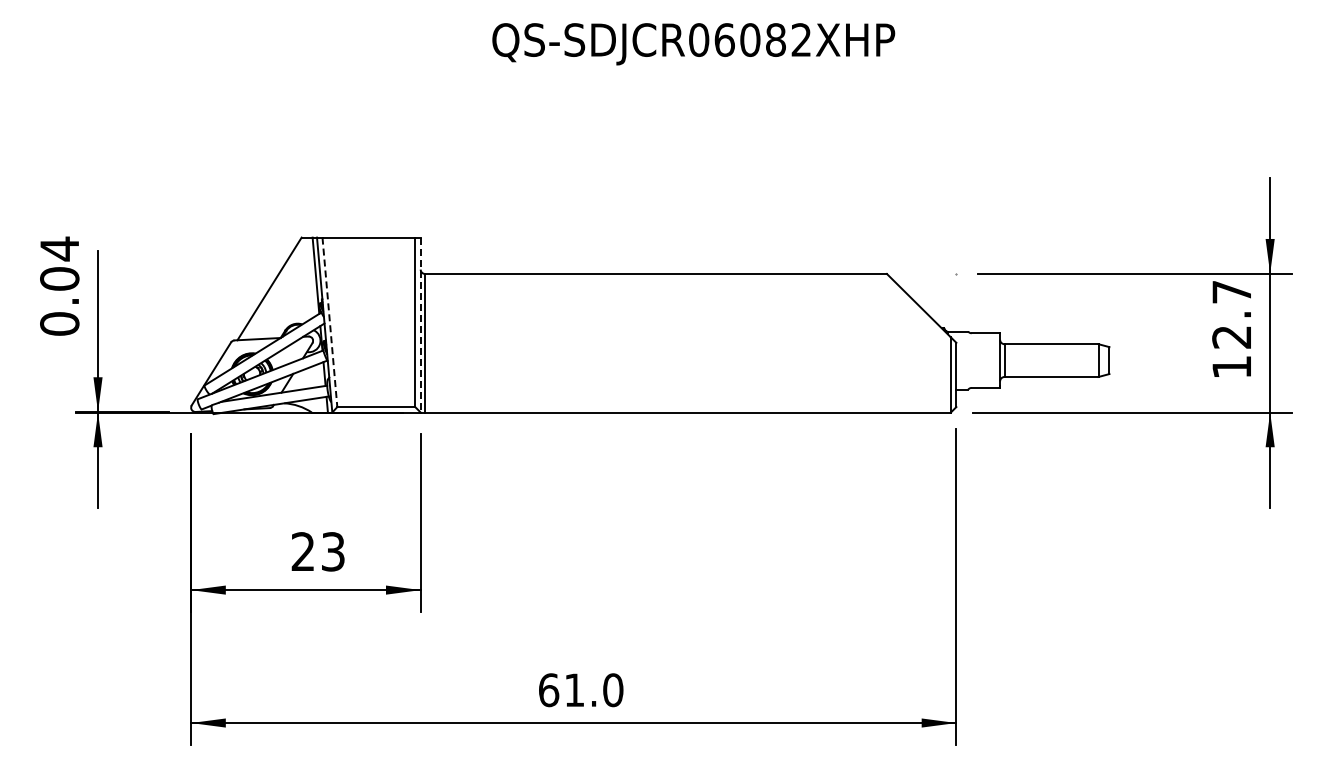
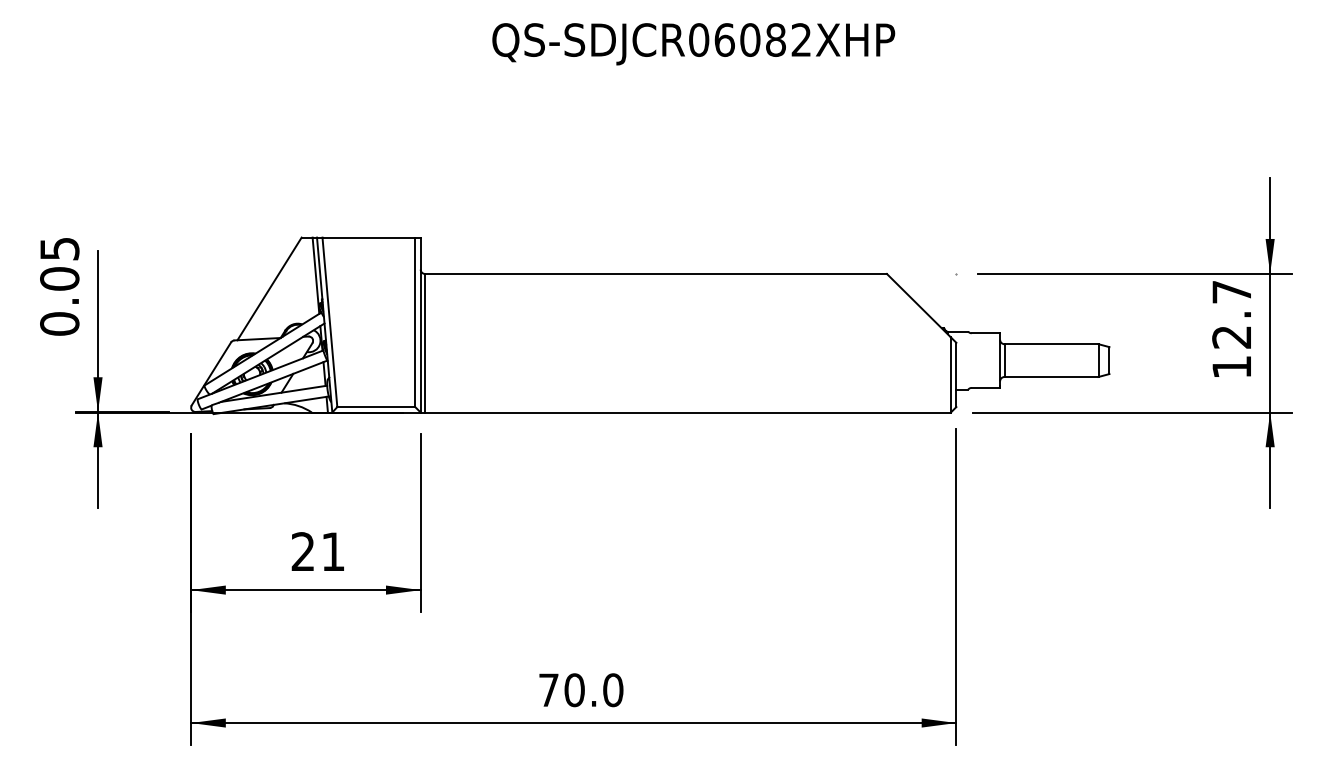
text at (59, 248): 0.04 -> 0.05
line at (329, 322): dashed -> solid
line at (420, 325): dashed -> solid
text at (333, 551): 23 -> 21
text at (561, 690): 61.0 -> 70.0
